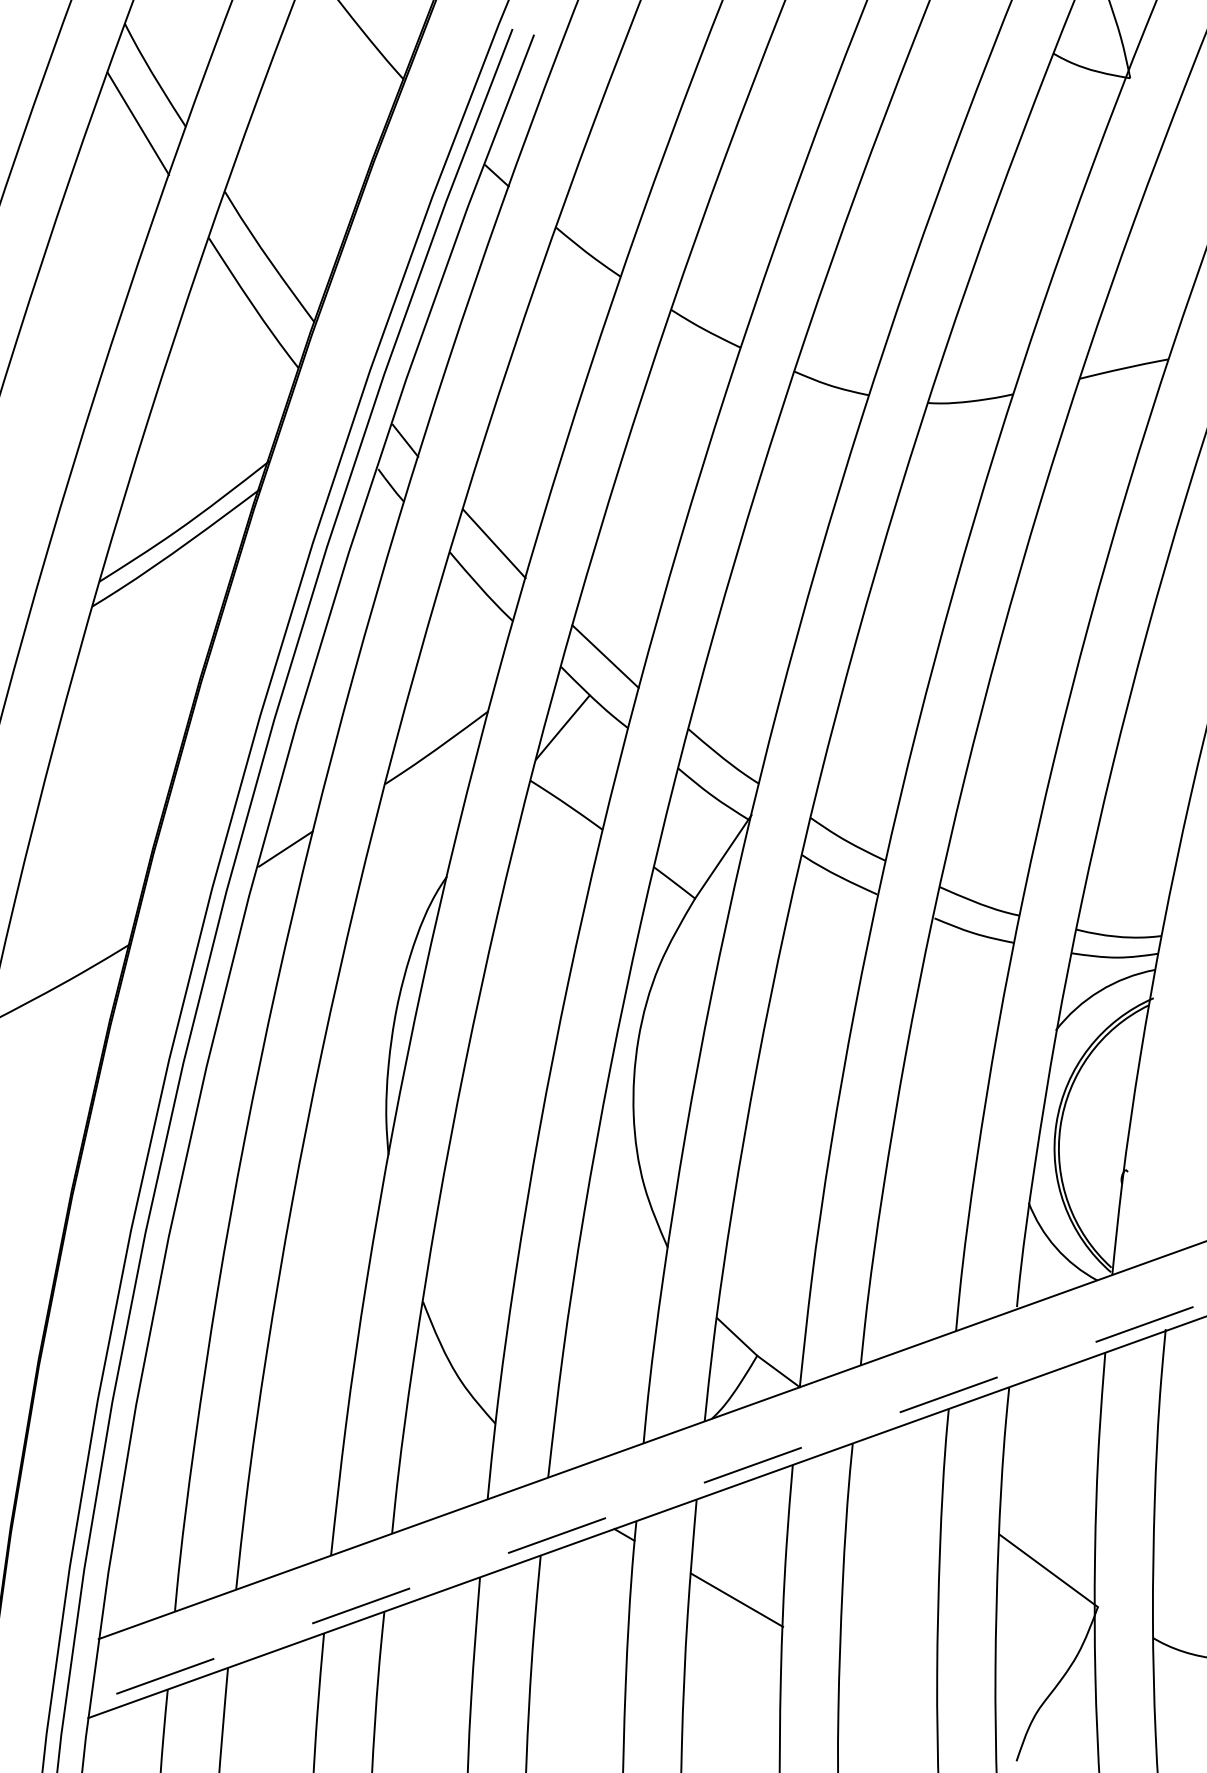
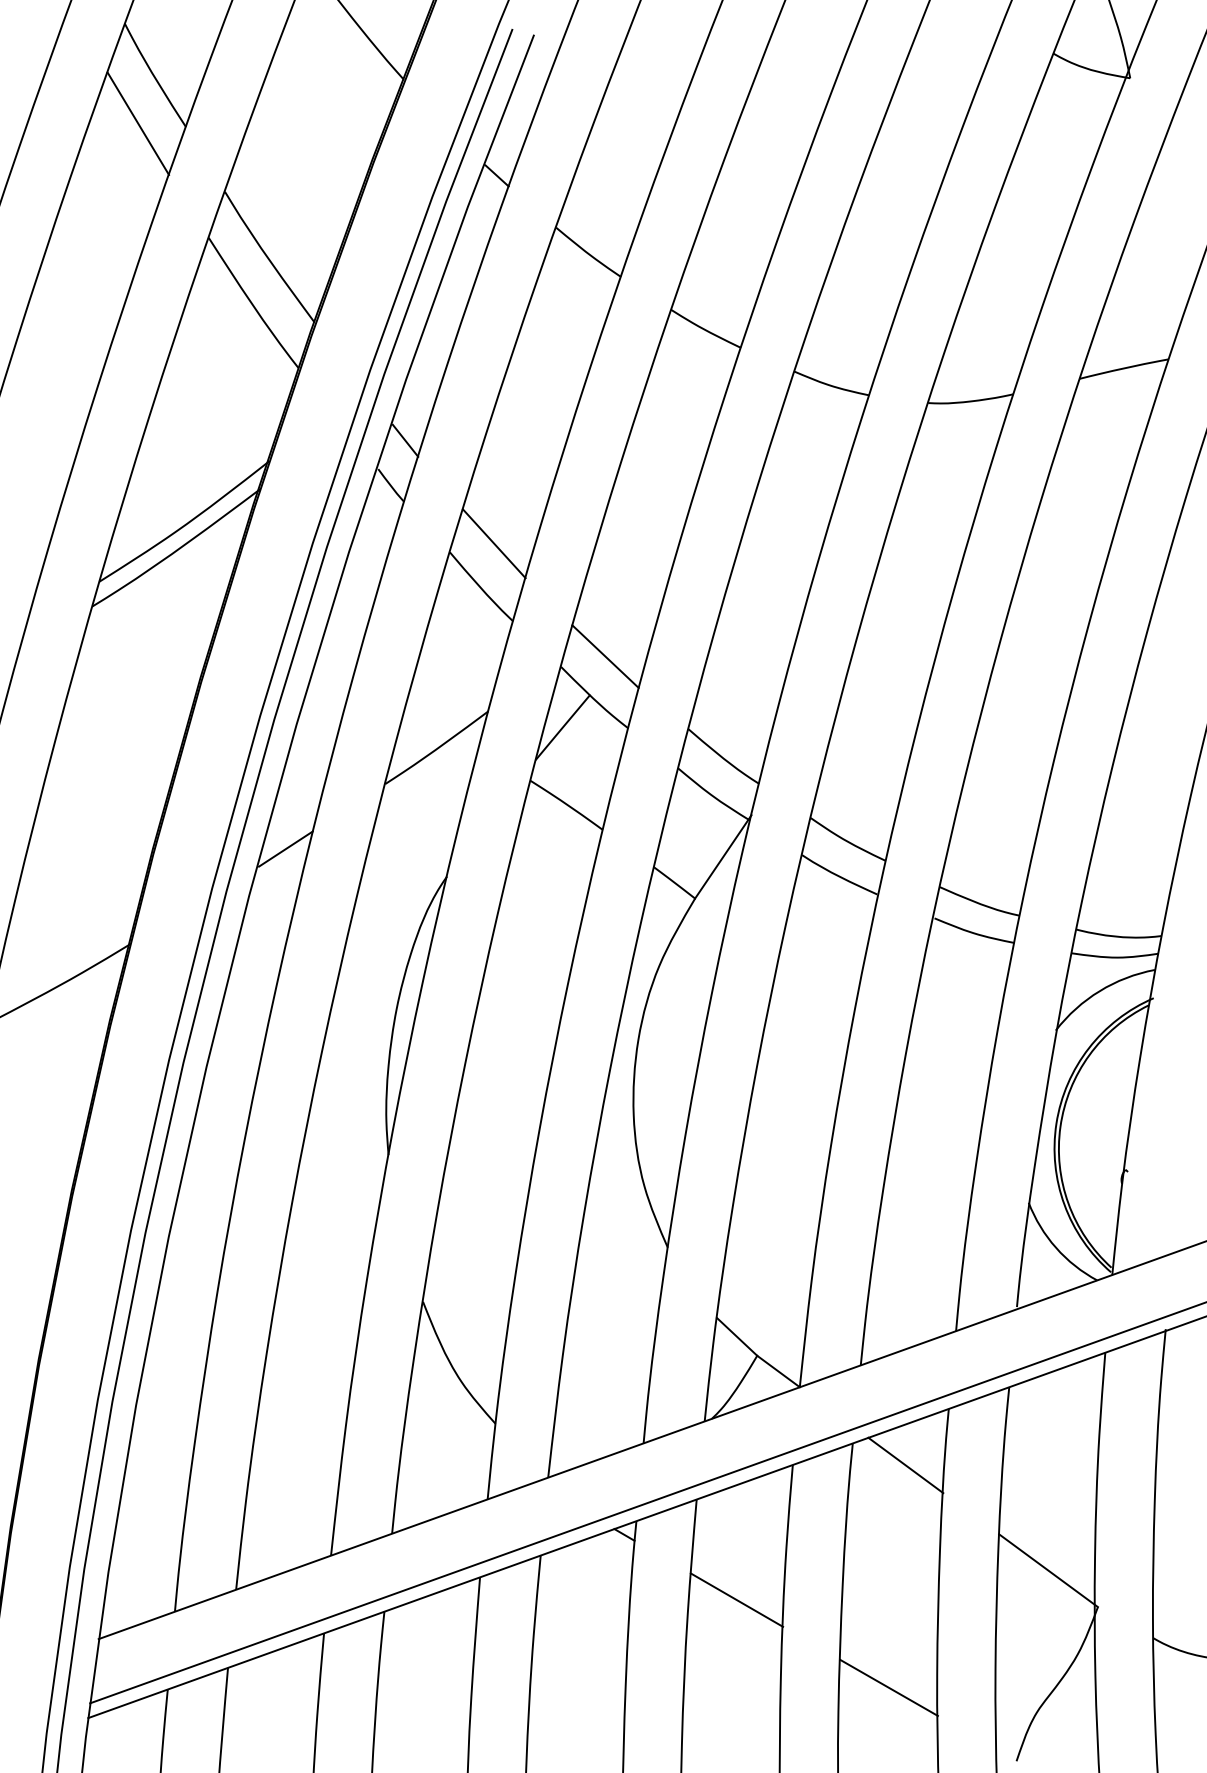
line at (905, 1465): none -> present
line at (648, 1502): dashed -> solid
line at (888, 1687): none -> present
